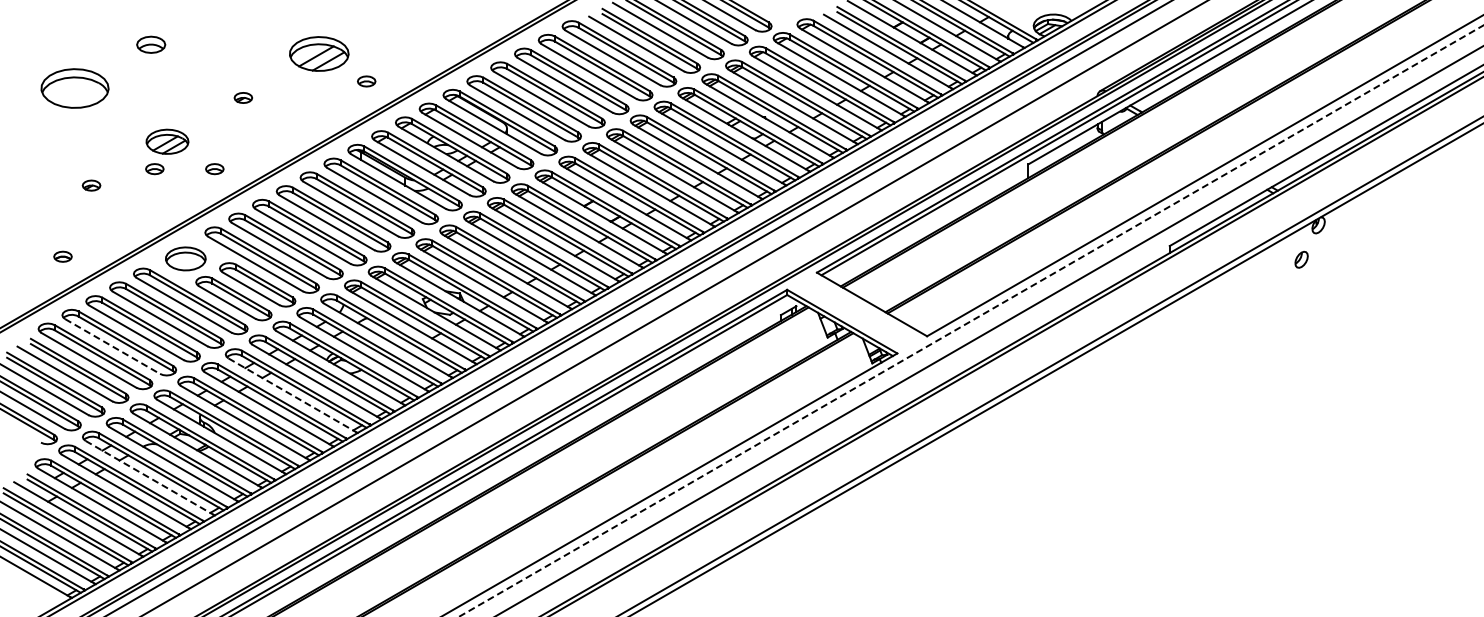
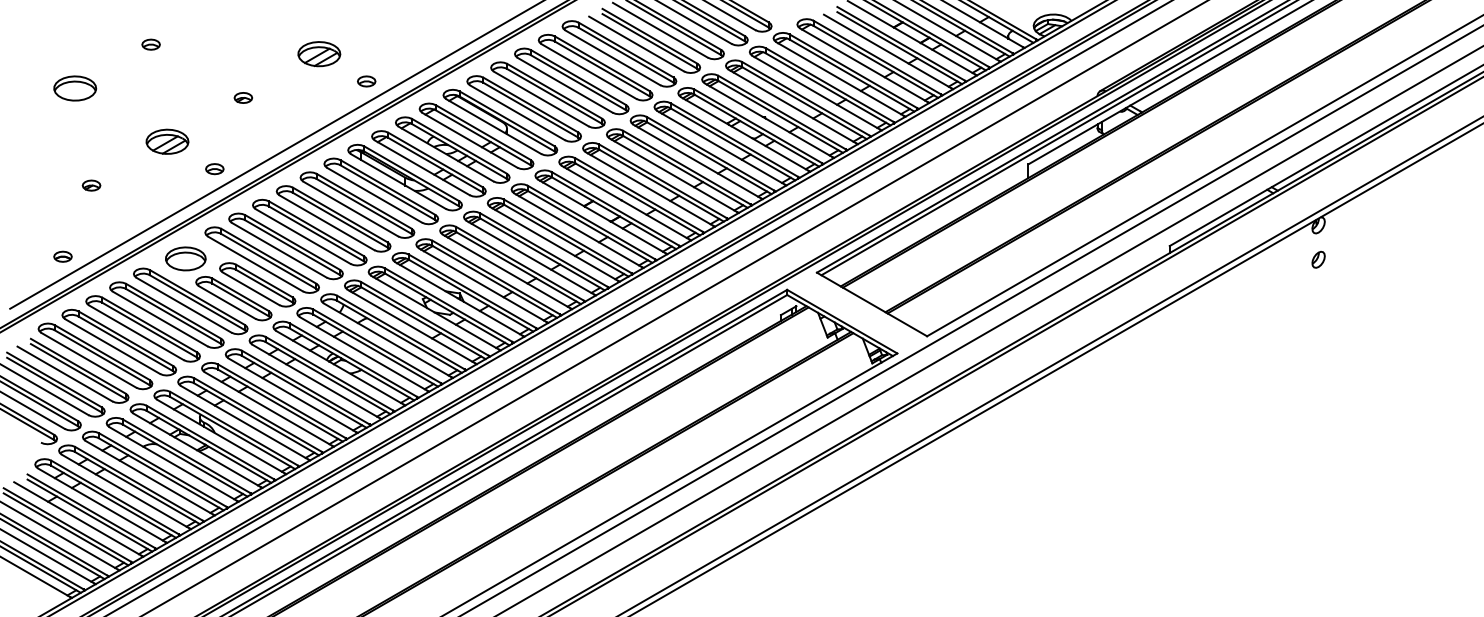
part at (151, 44) size: 31x19 px -> 20x13 px
part at (319, 53) size: 61x36 px -> 45x27 px
part at (74, 88) size: 70x41 px -> 45x27 px
line at (275, 155): none -> present
part at (154, 169): present -> none
part at (1301, 259) position: (1301, 259) -> (1318, 259)
line at (971, 321): dashed -> solid
line at (112, 346): dashed -> solid
line at (292, 395): dashed -> solid
line at (149, 477): dashed -> solid
